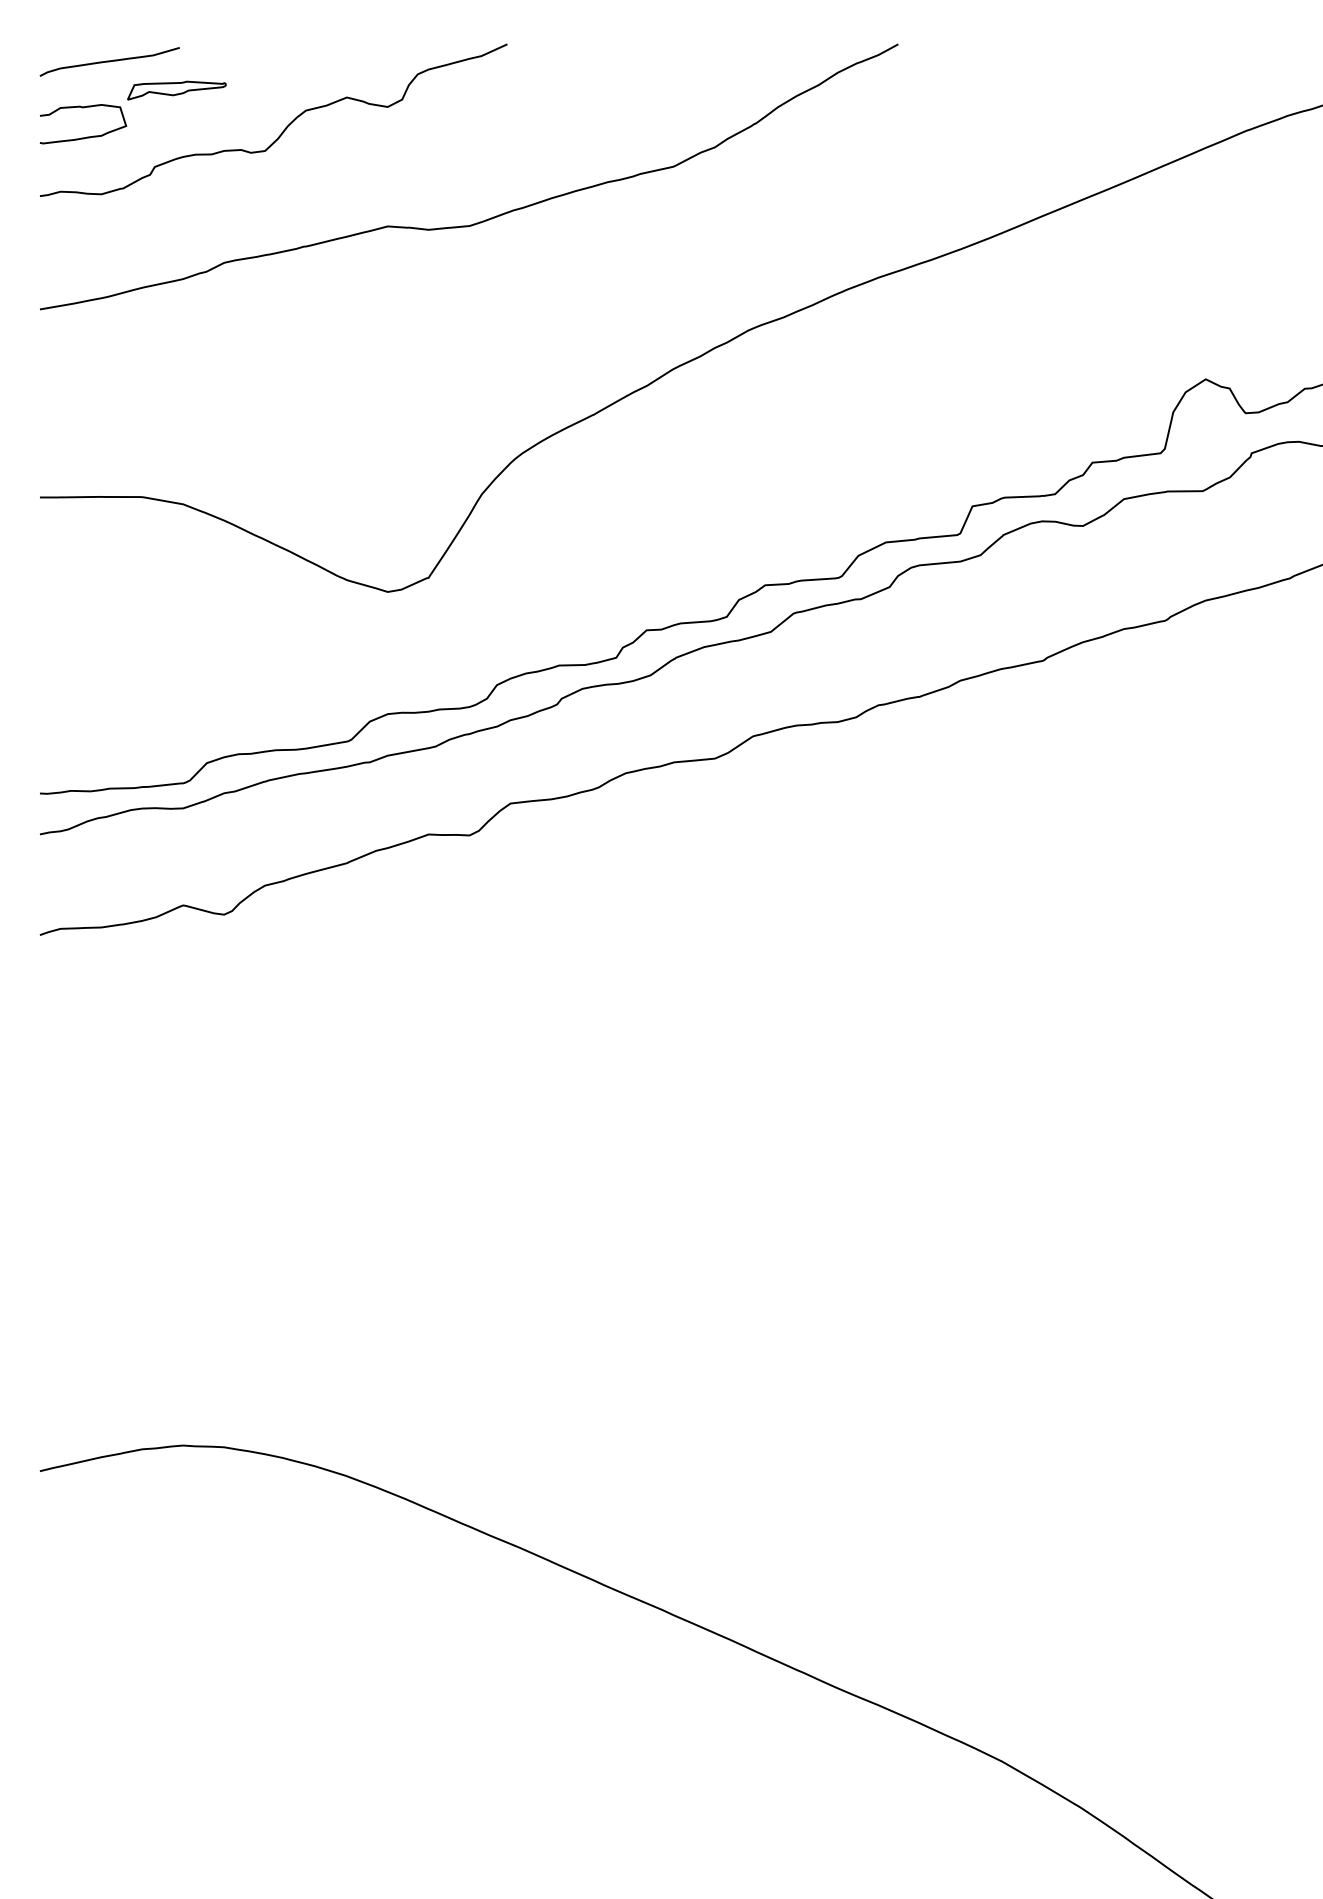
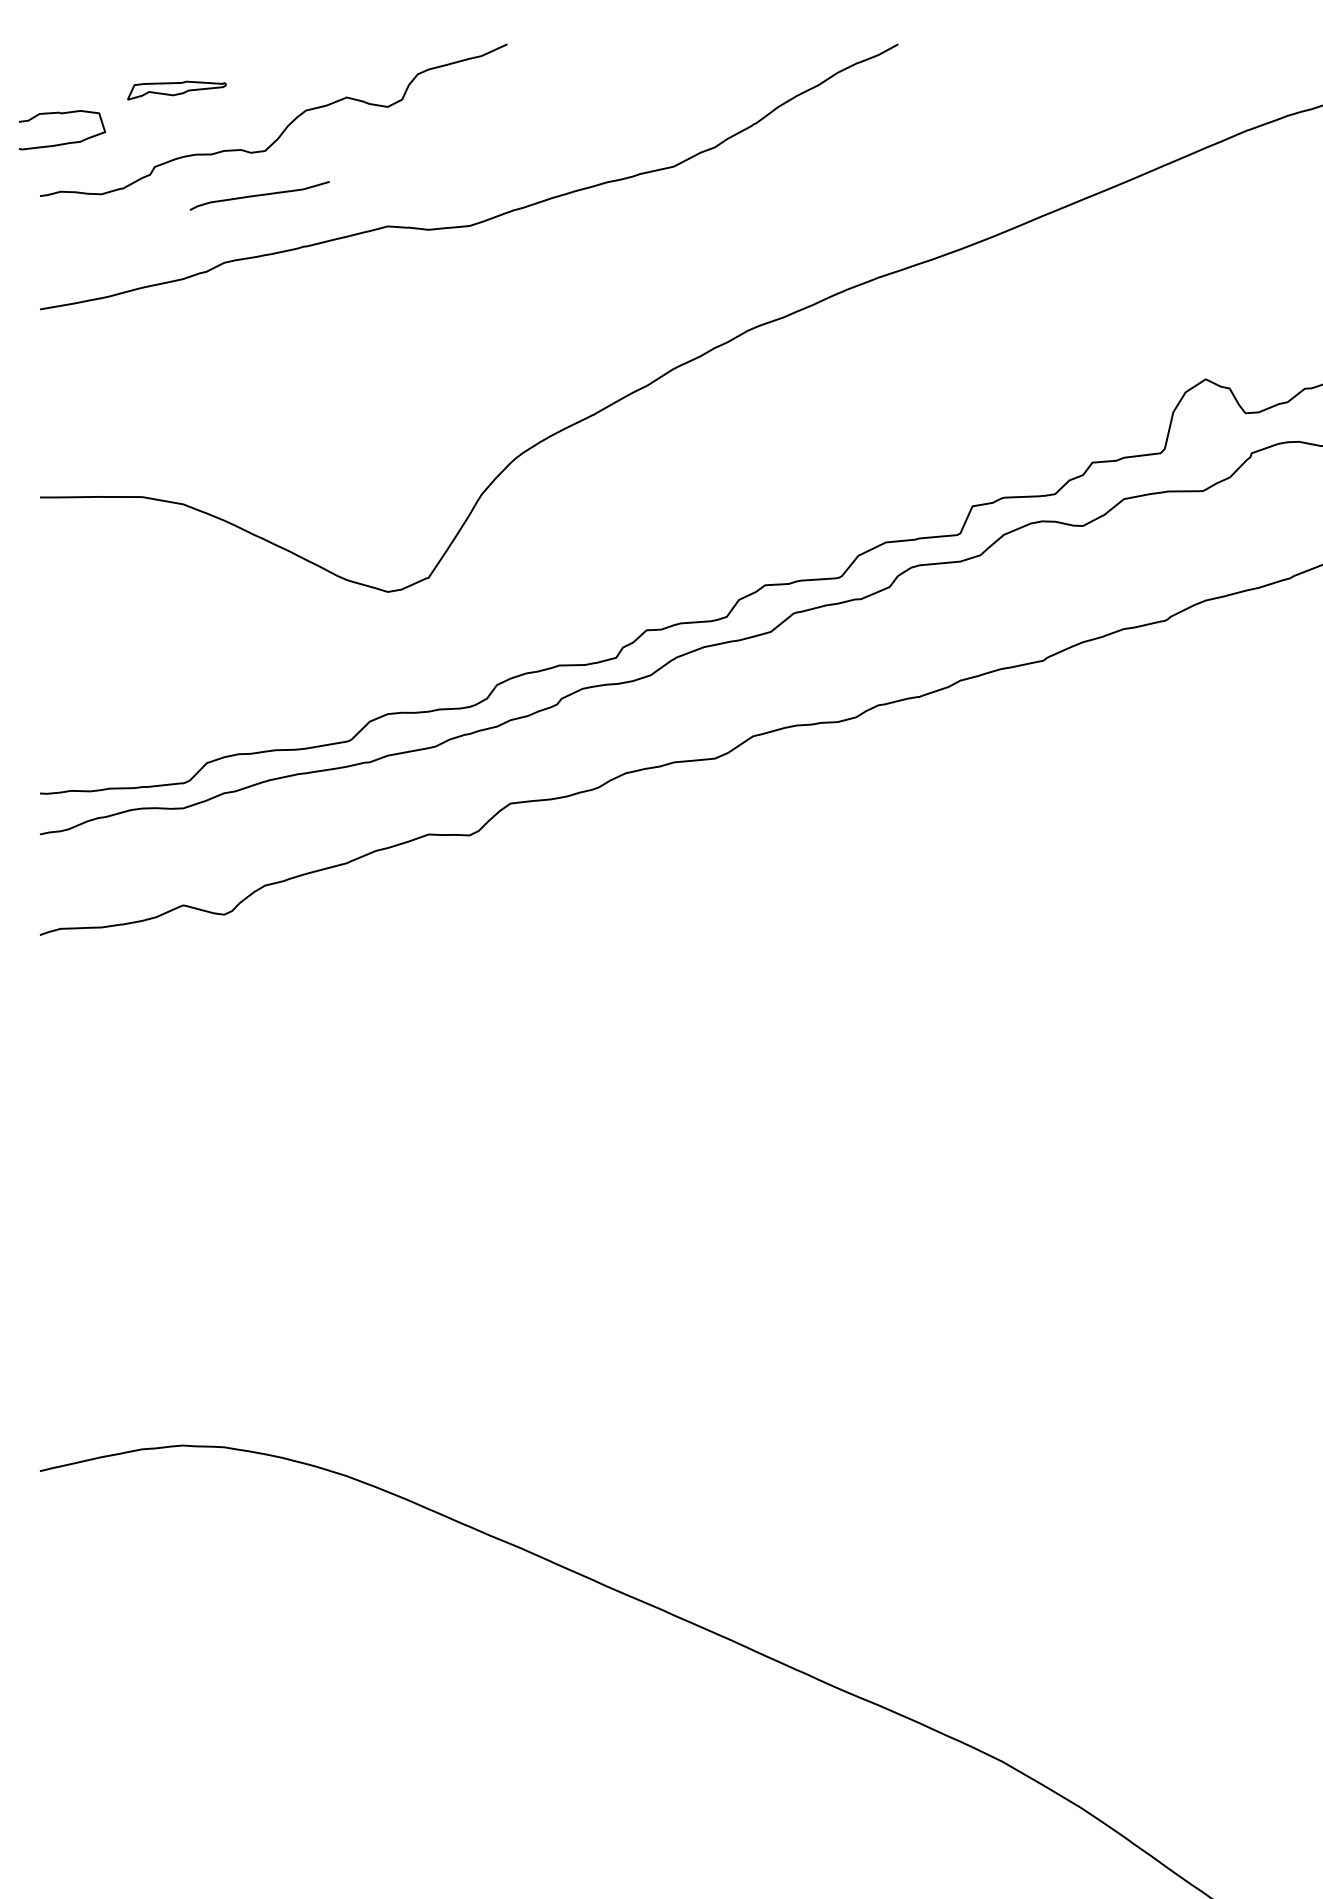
curve at (109, 61) position: (109, 61) -> (259, 195)
curve at (86, 136) position: (86, 136) -> (65, 142)
